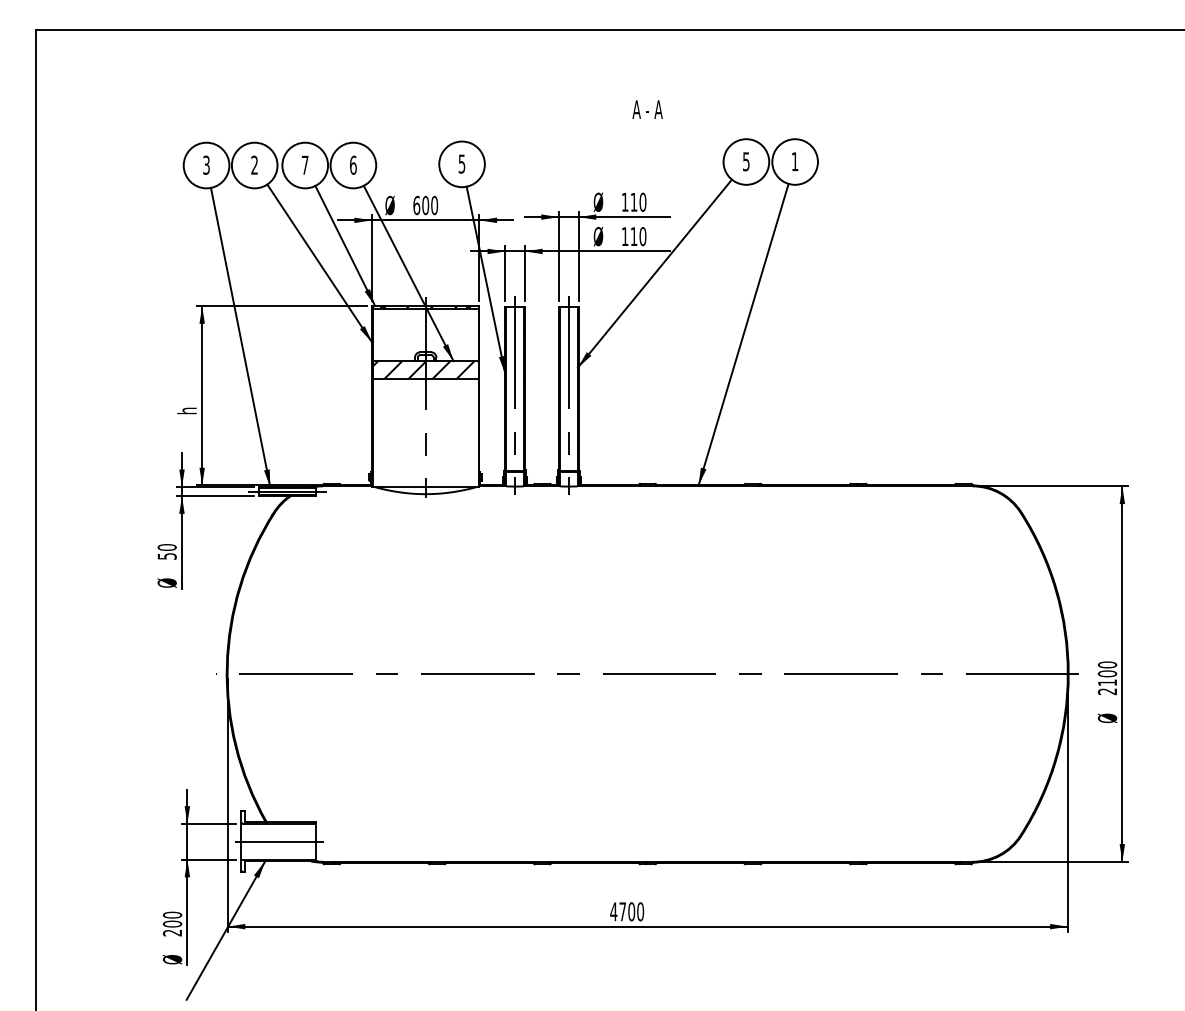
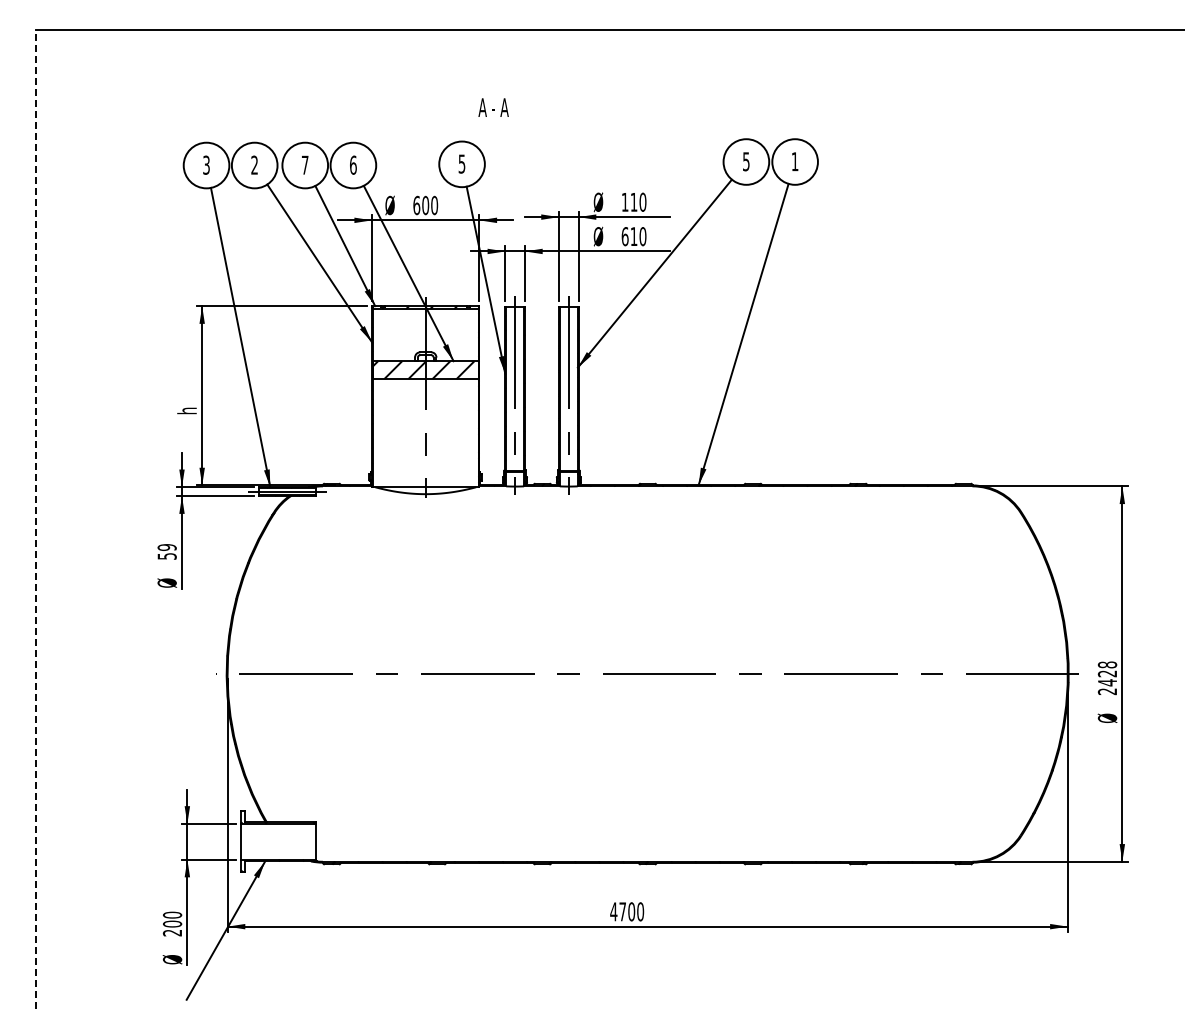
text at (647, 109) position: (647, 109) -> (493, 107)
text at (624, 236): 110 -> 610
line at (35, 520): solid -> dashed
text at (166, 547): 50 -> 59
text at (1107, 673): 2100 -> 2428
line at (278, 841): present -> none
